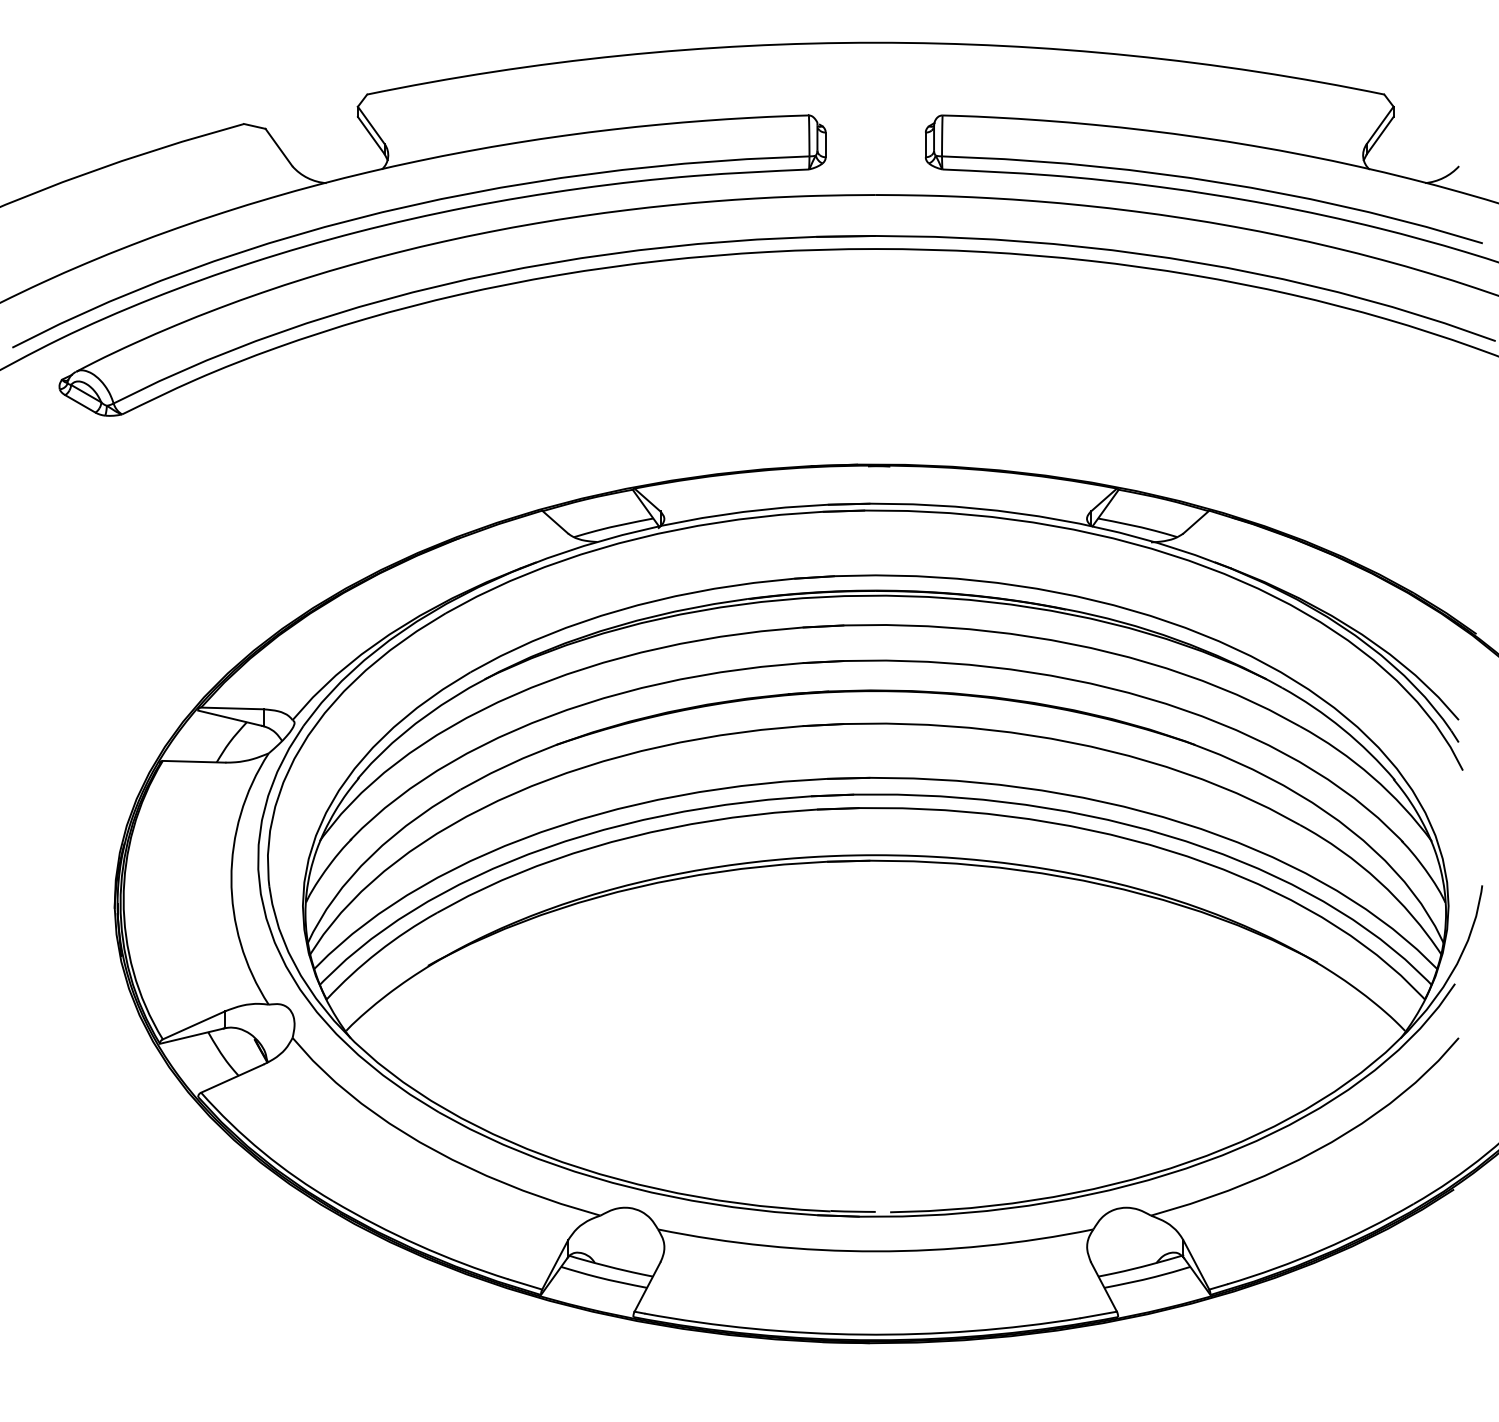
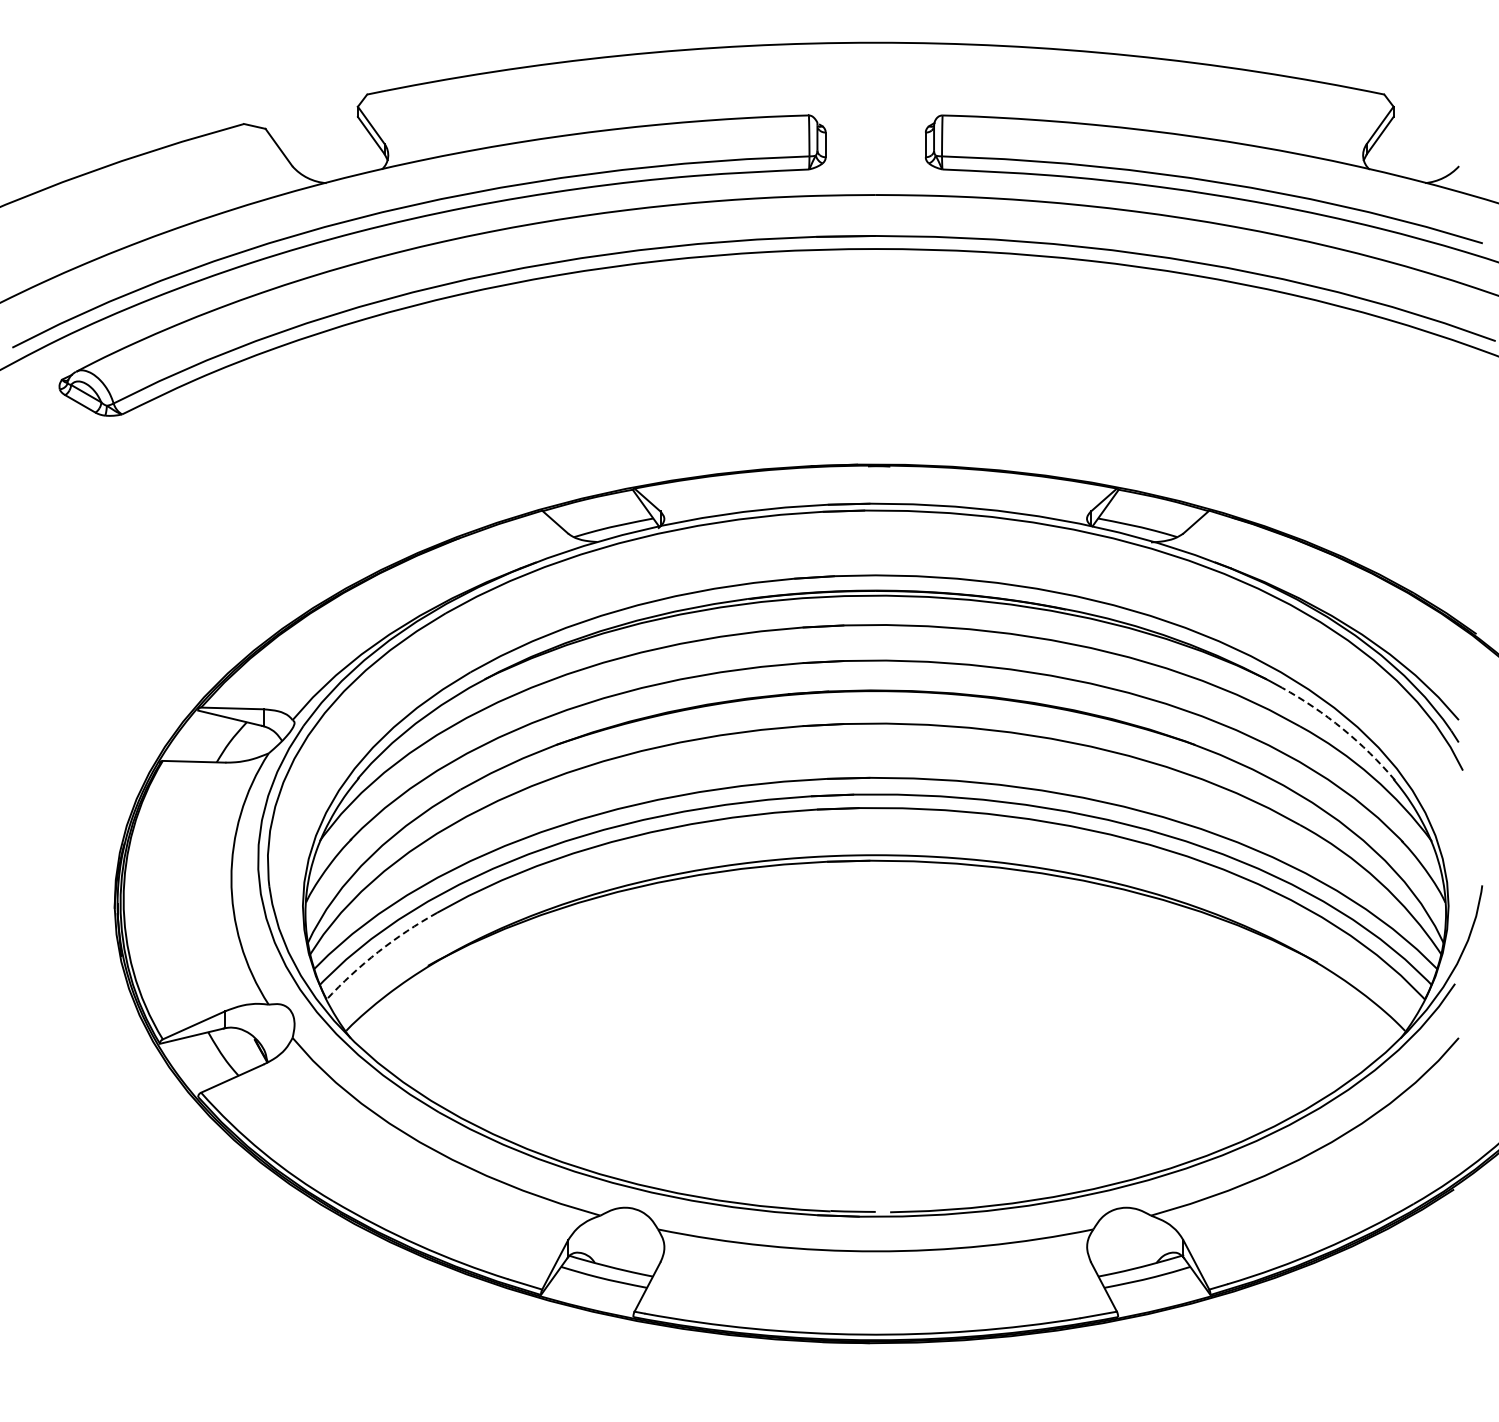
arc at (1342, 728): solid -> dashed
arc at (378, 951): solid -> dashed
